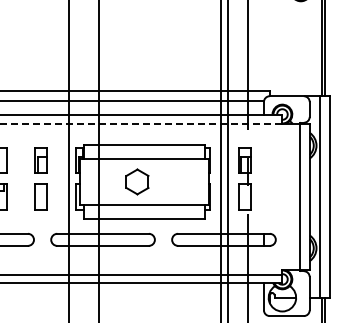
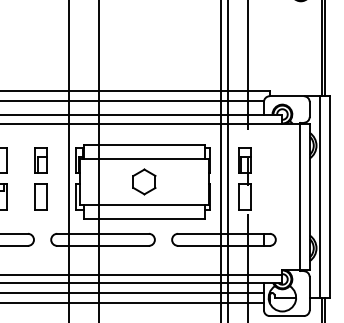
line at (140, 124): dashed -> solid
part at (137, 181) position: (137, 181) -> (144, 181)
line at (132, 292): none -> present
line at (132, 302): none -> present
